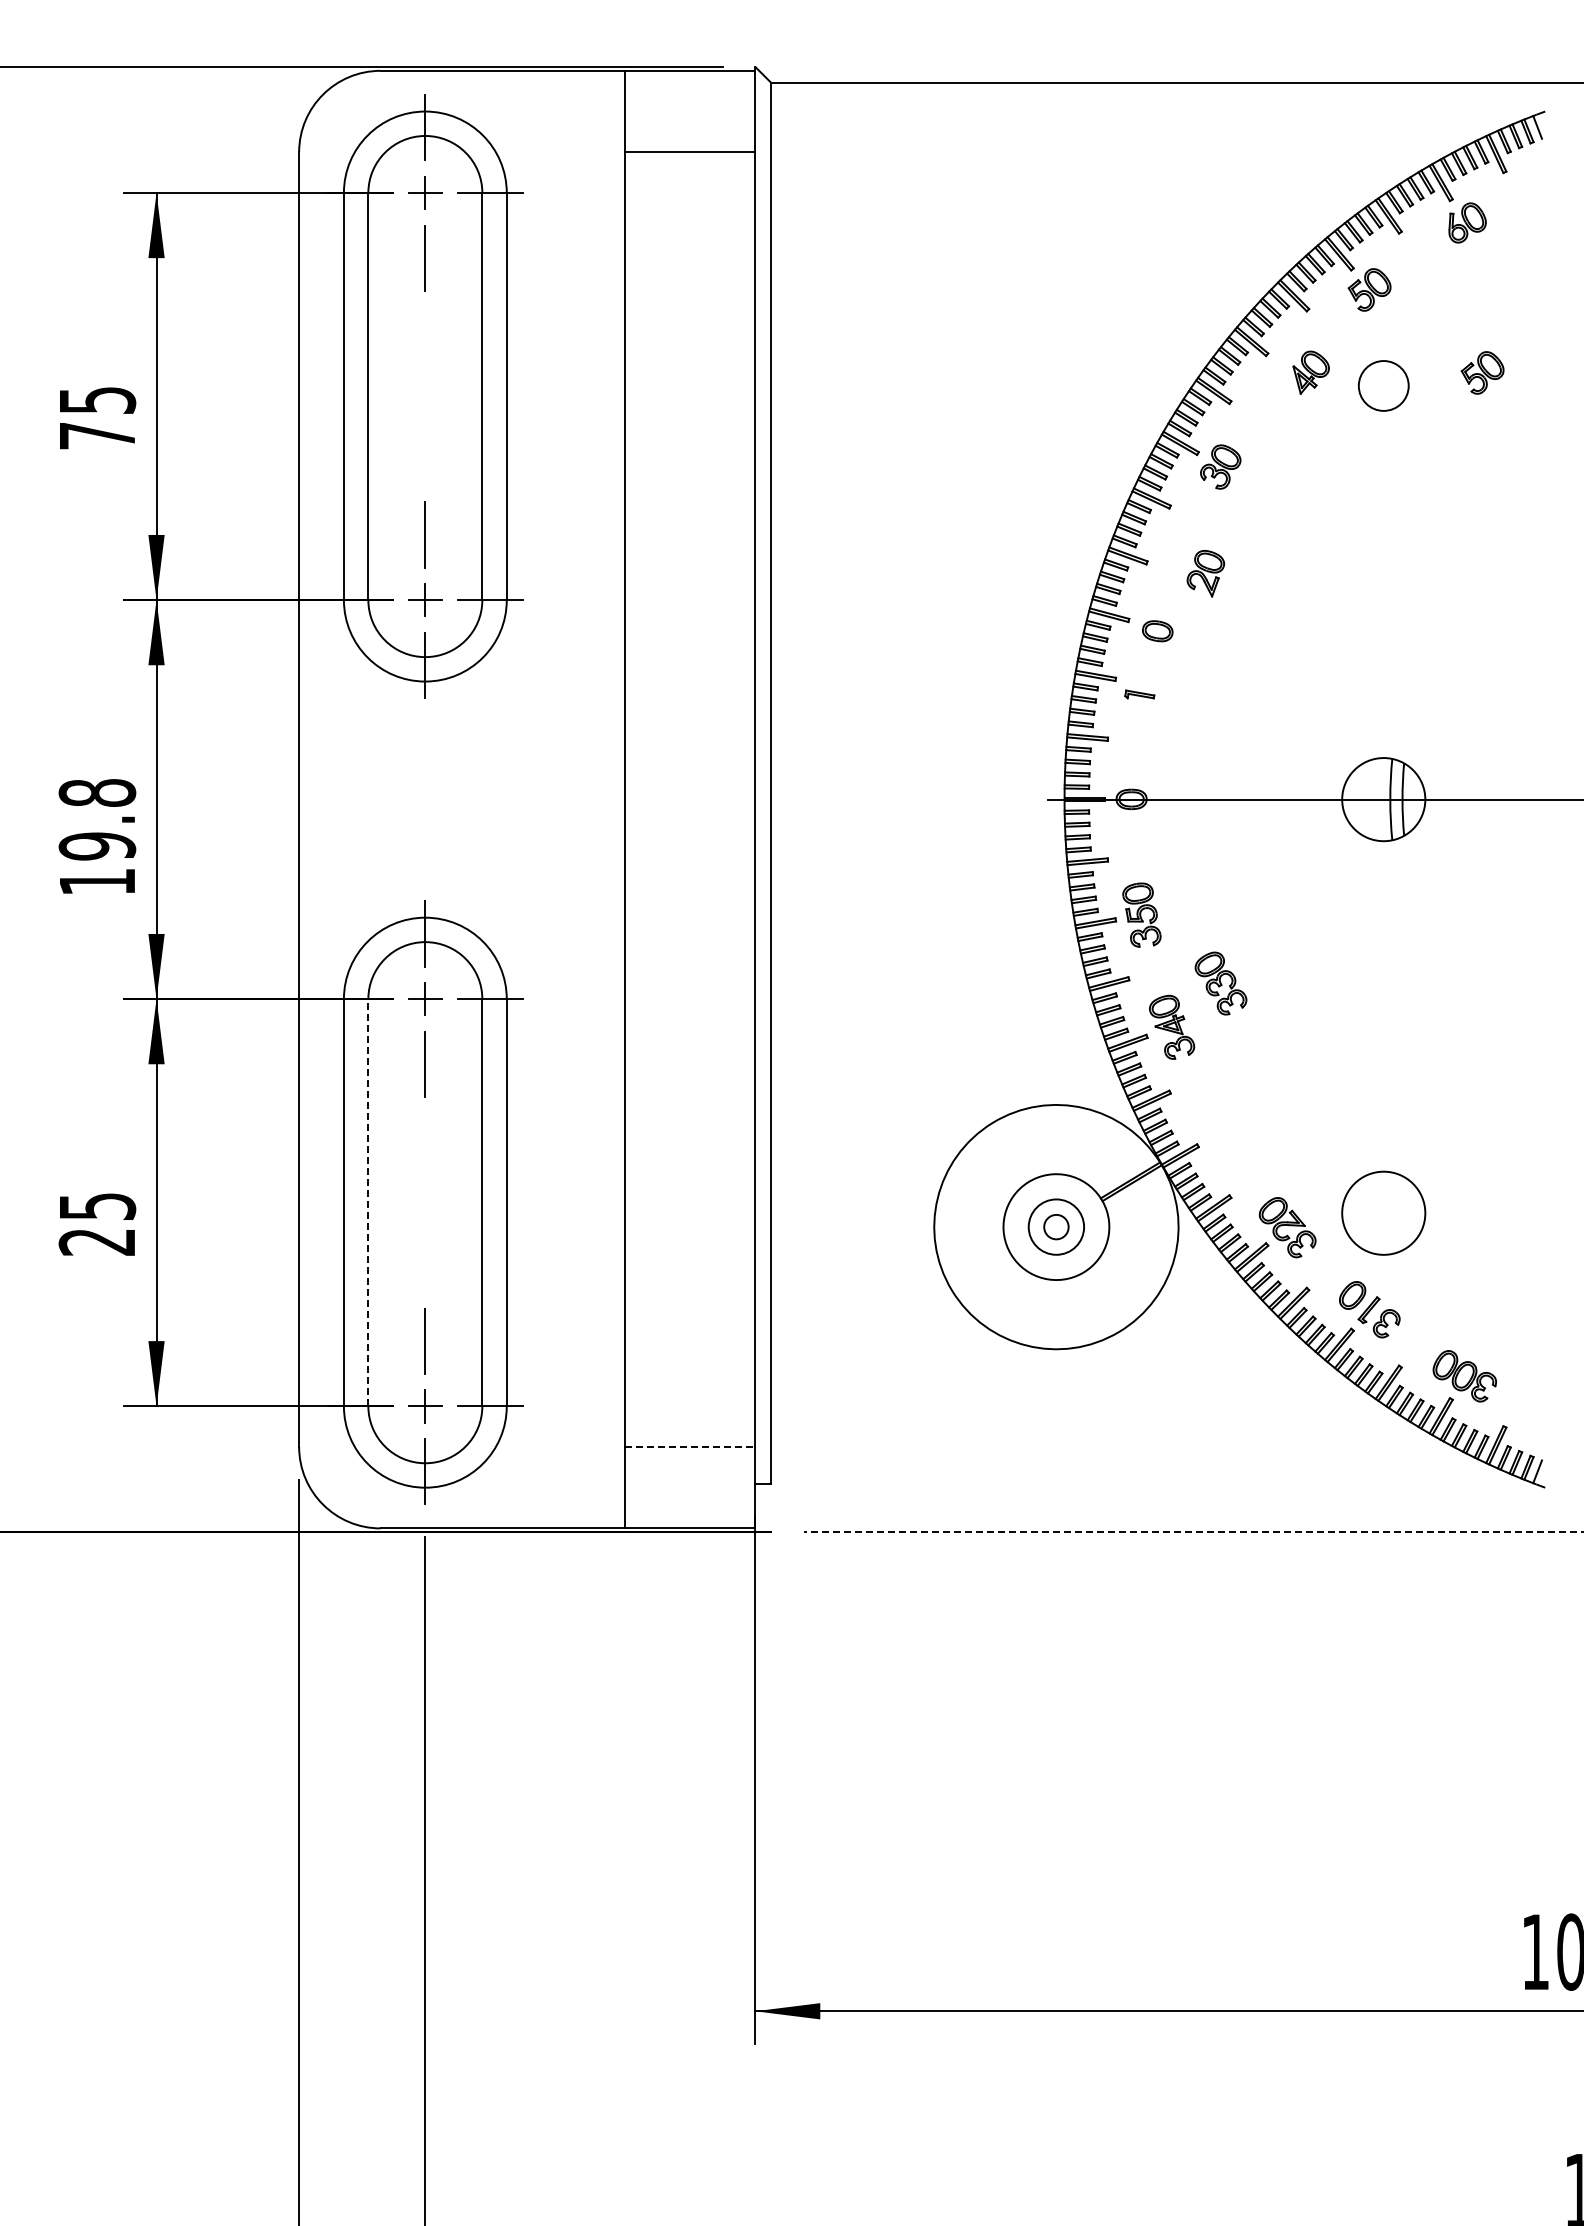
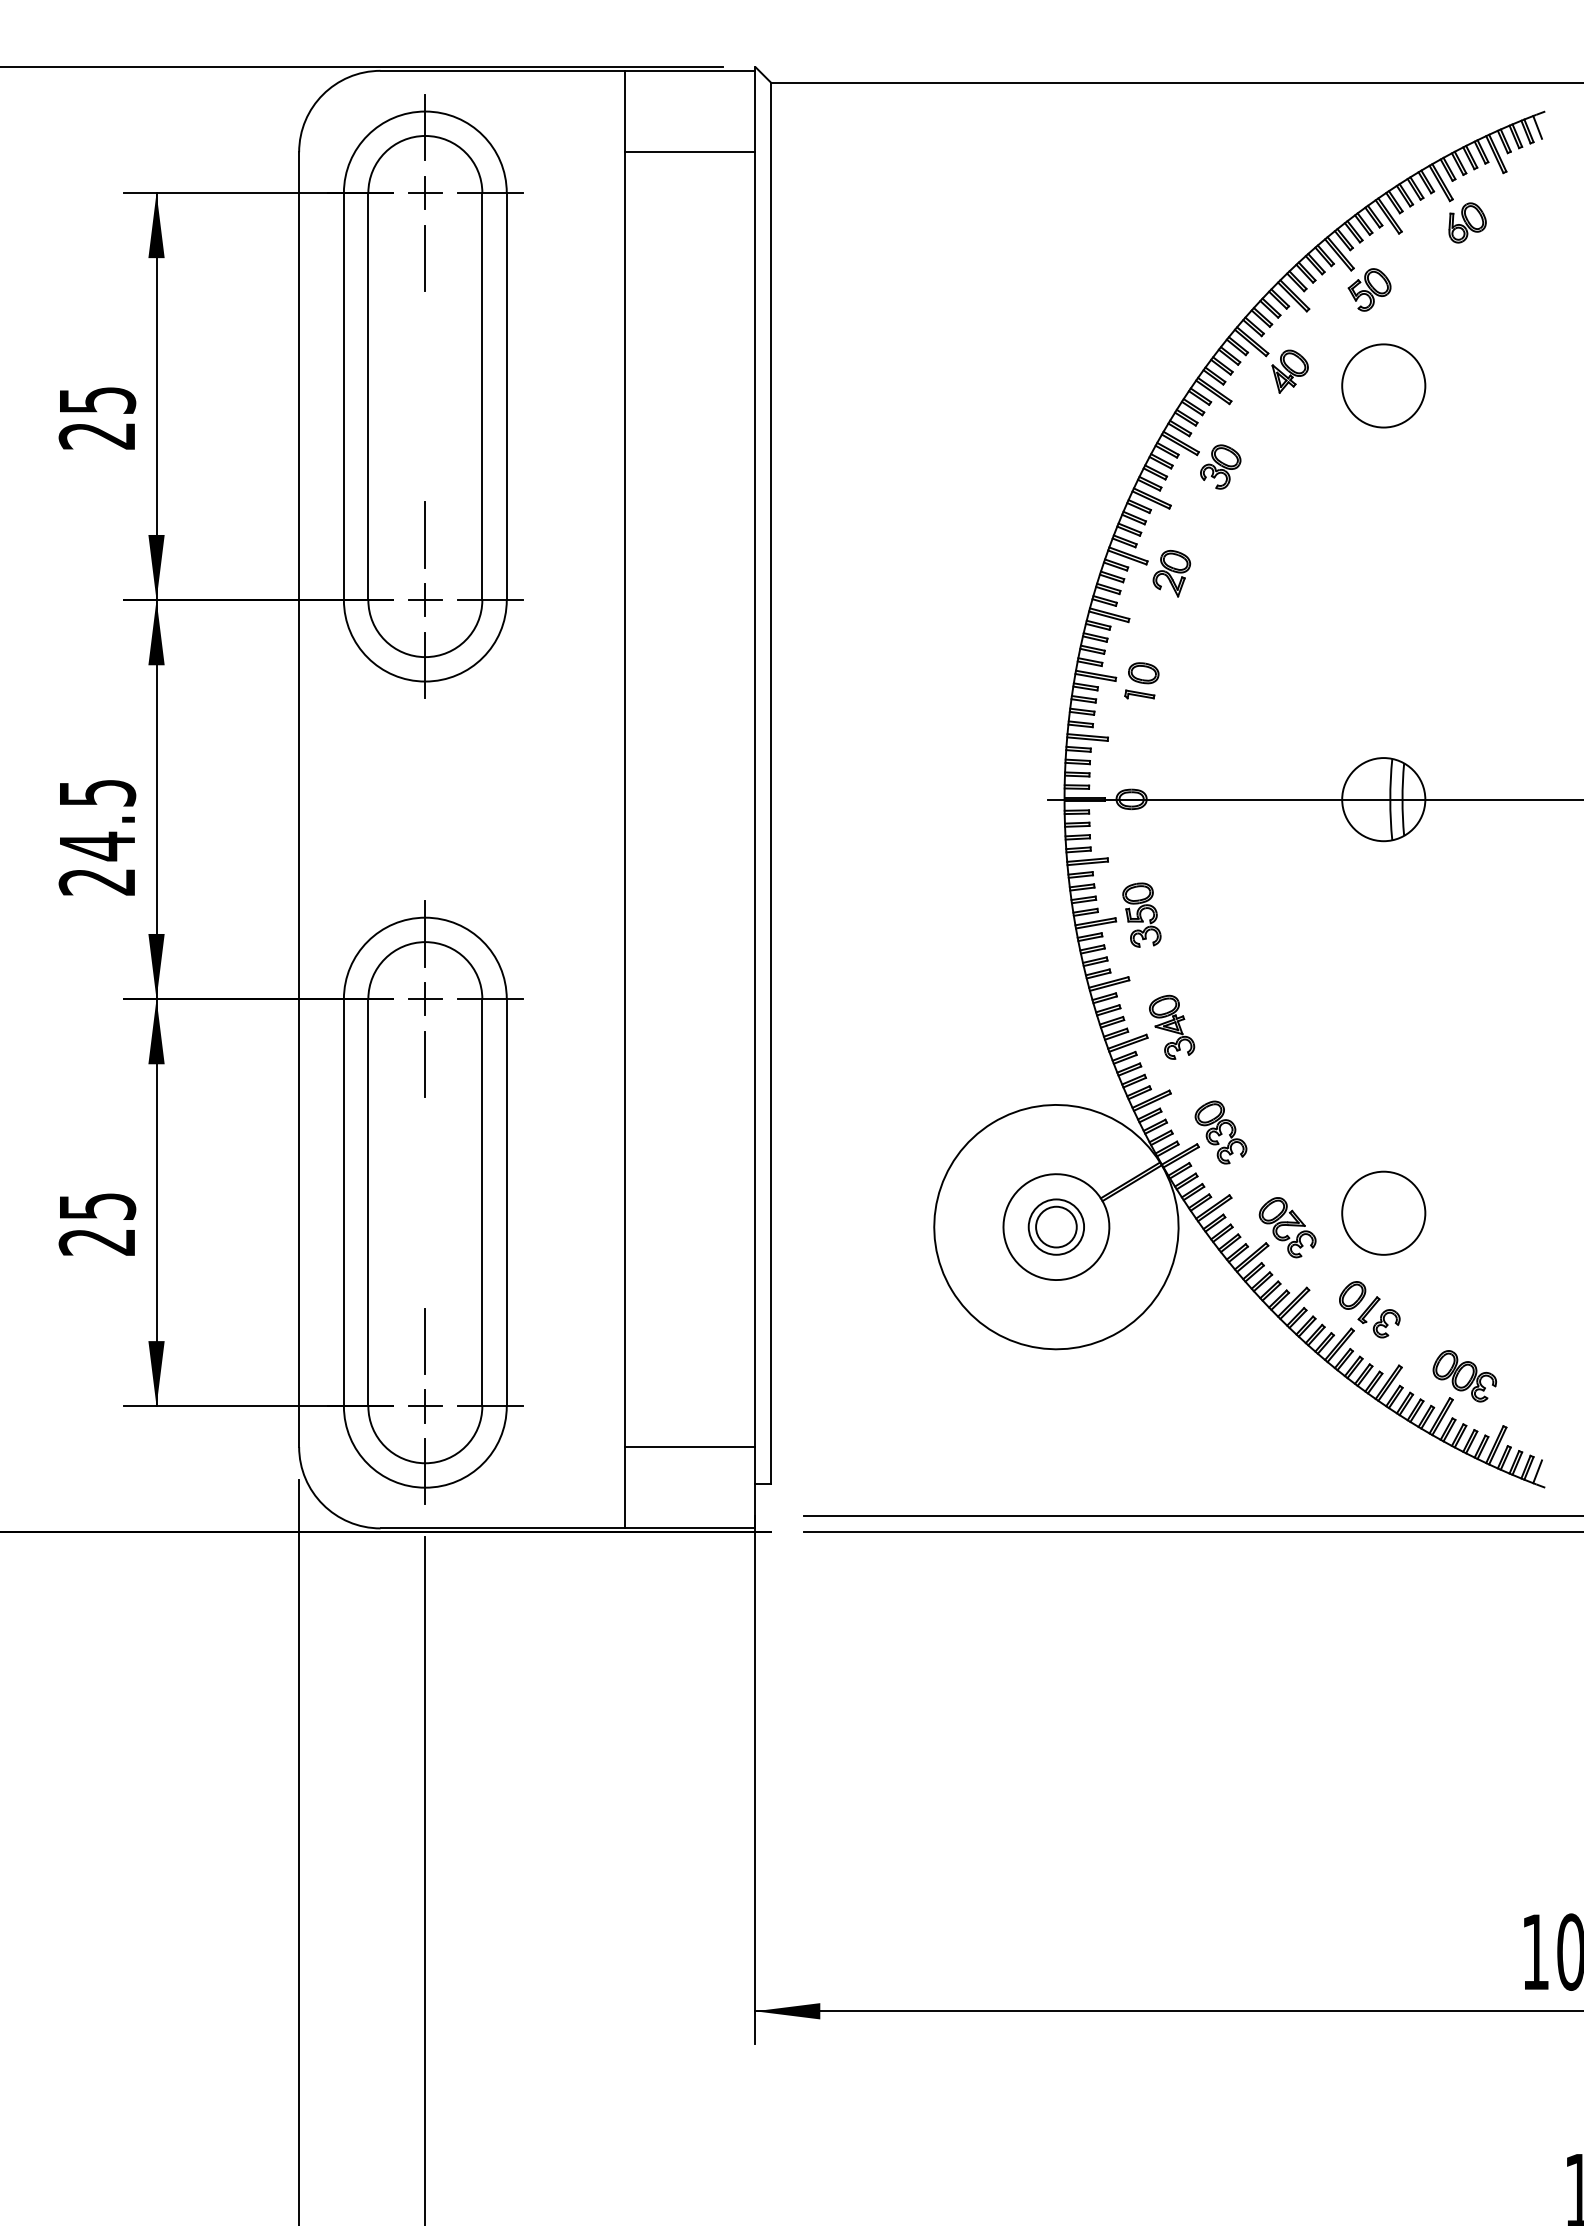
part at (1310, 372) position: (1310, 372) -> (1289, 371)
part at (1482, 372): present -> none
circle at (1383, 385) diameter: 50 px -> 83 px
text at (96, 436): 75 -> 25
part at (1205, 573) position: (1205, 573) -> (1171, 573)
part at (1157, 631) position: (1157, 631) -> (1143, 673)
text at (97, 837): 19.8 -> 24.5
part at (1220, 983) position: (1220, 983) -> (1220, 1132)
line at (368, 1202): dashed -> solid
circle at (1056, 1226) diameter: 24 px -> 41 px
line at (690, 1446): dashed -> solid
line at (1192, 1516): none -> present
line at (1193, 1532): dashed -> solid
